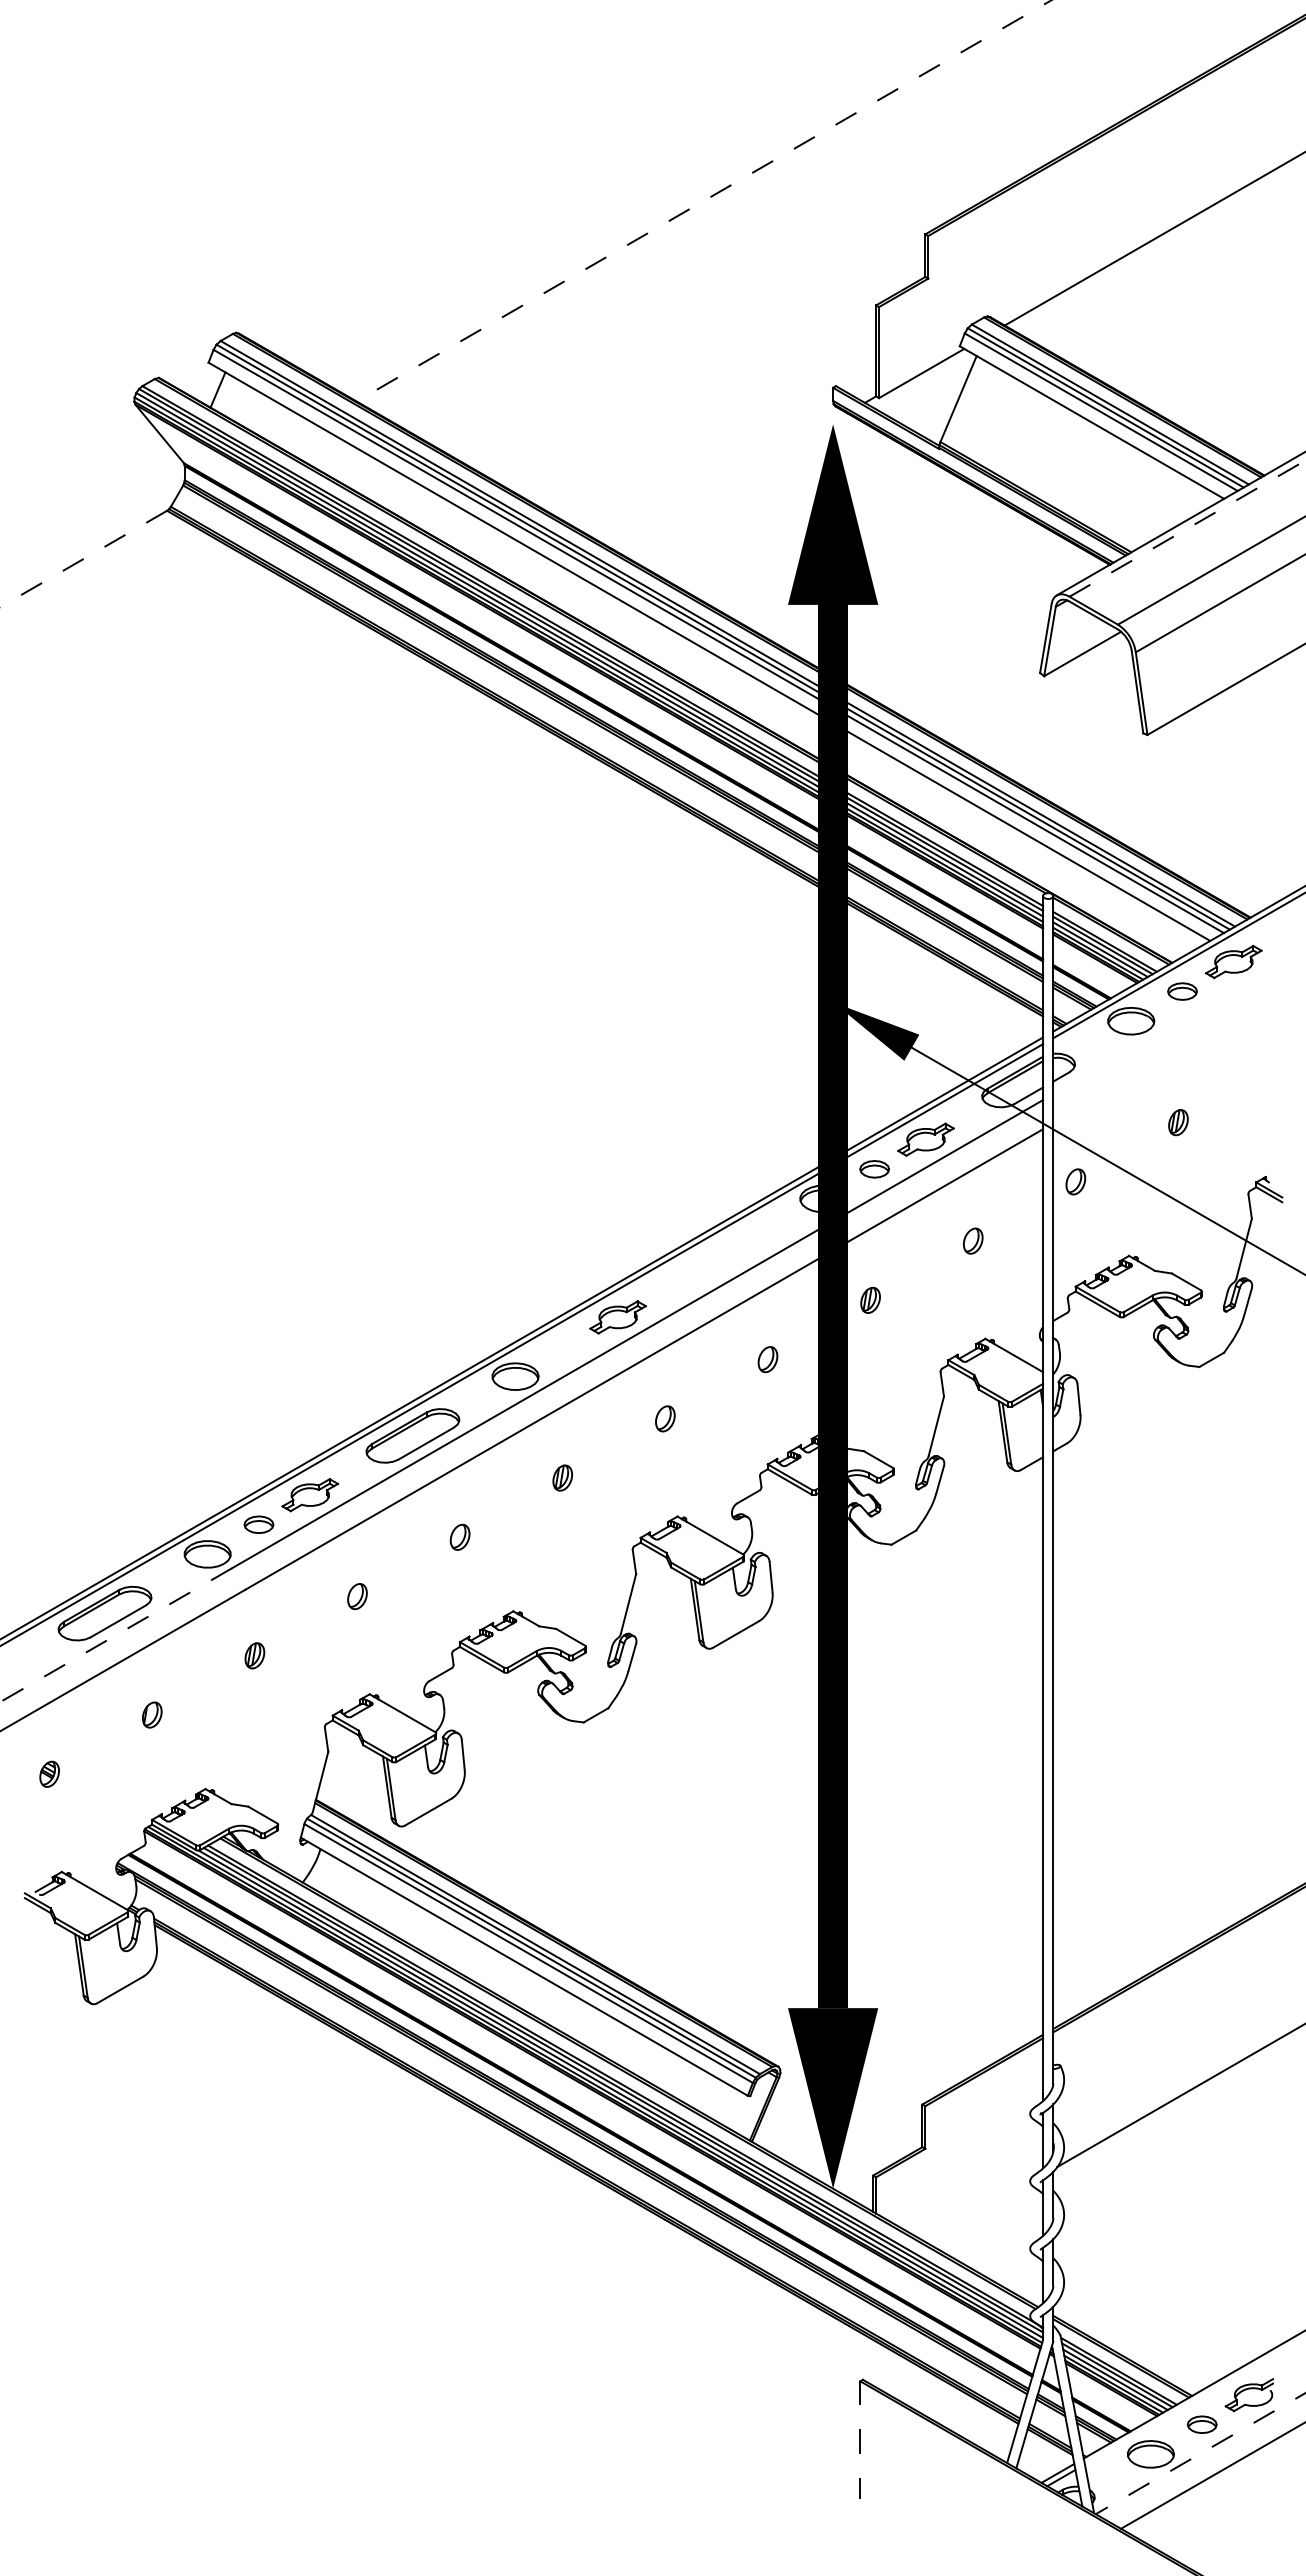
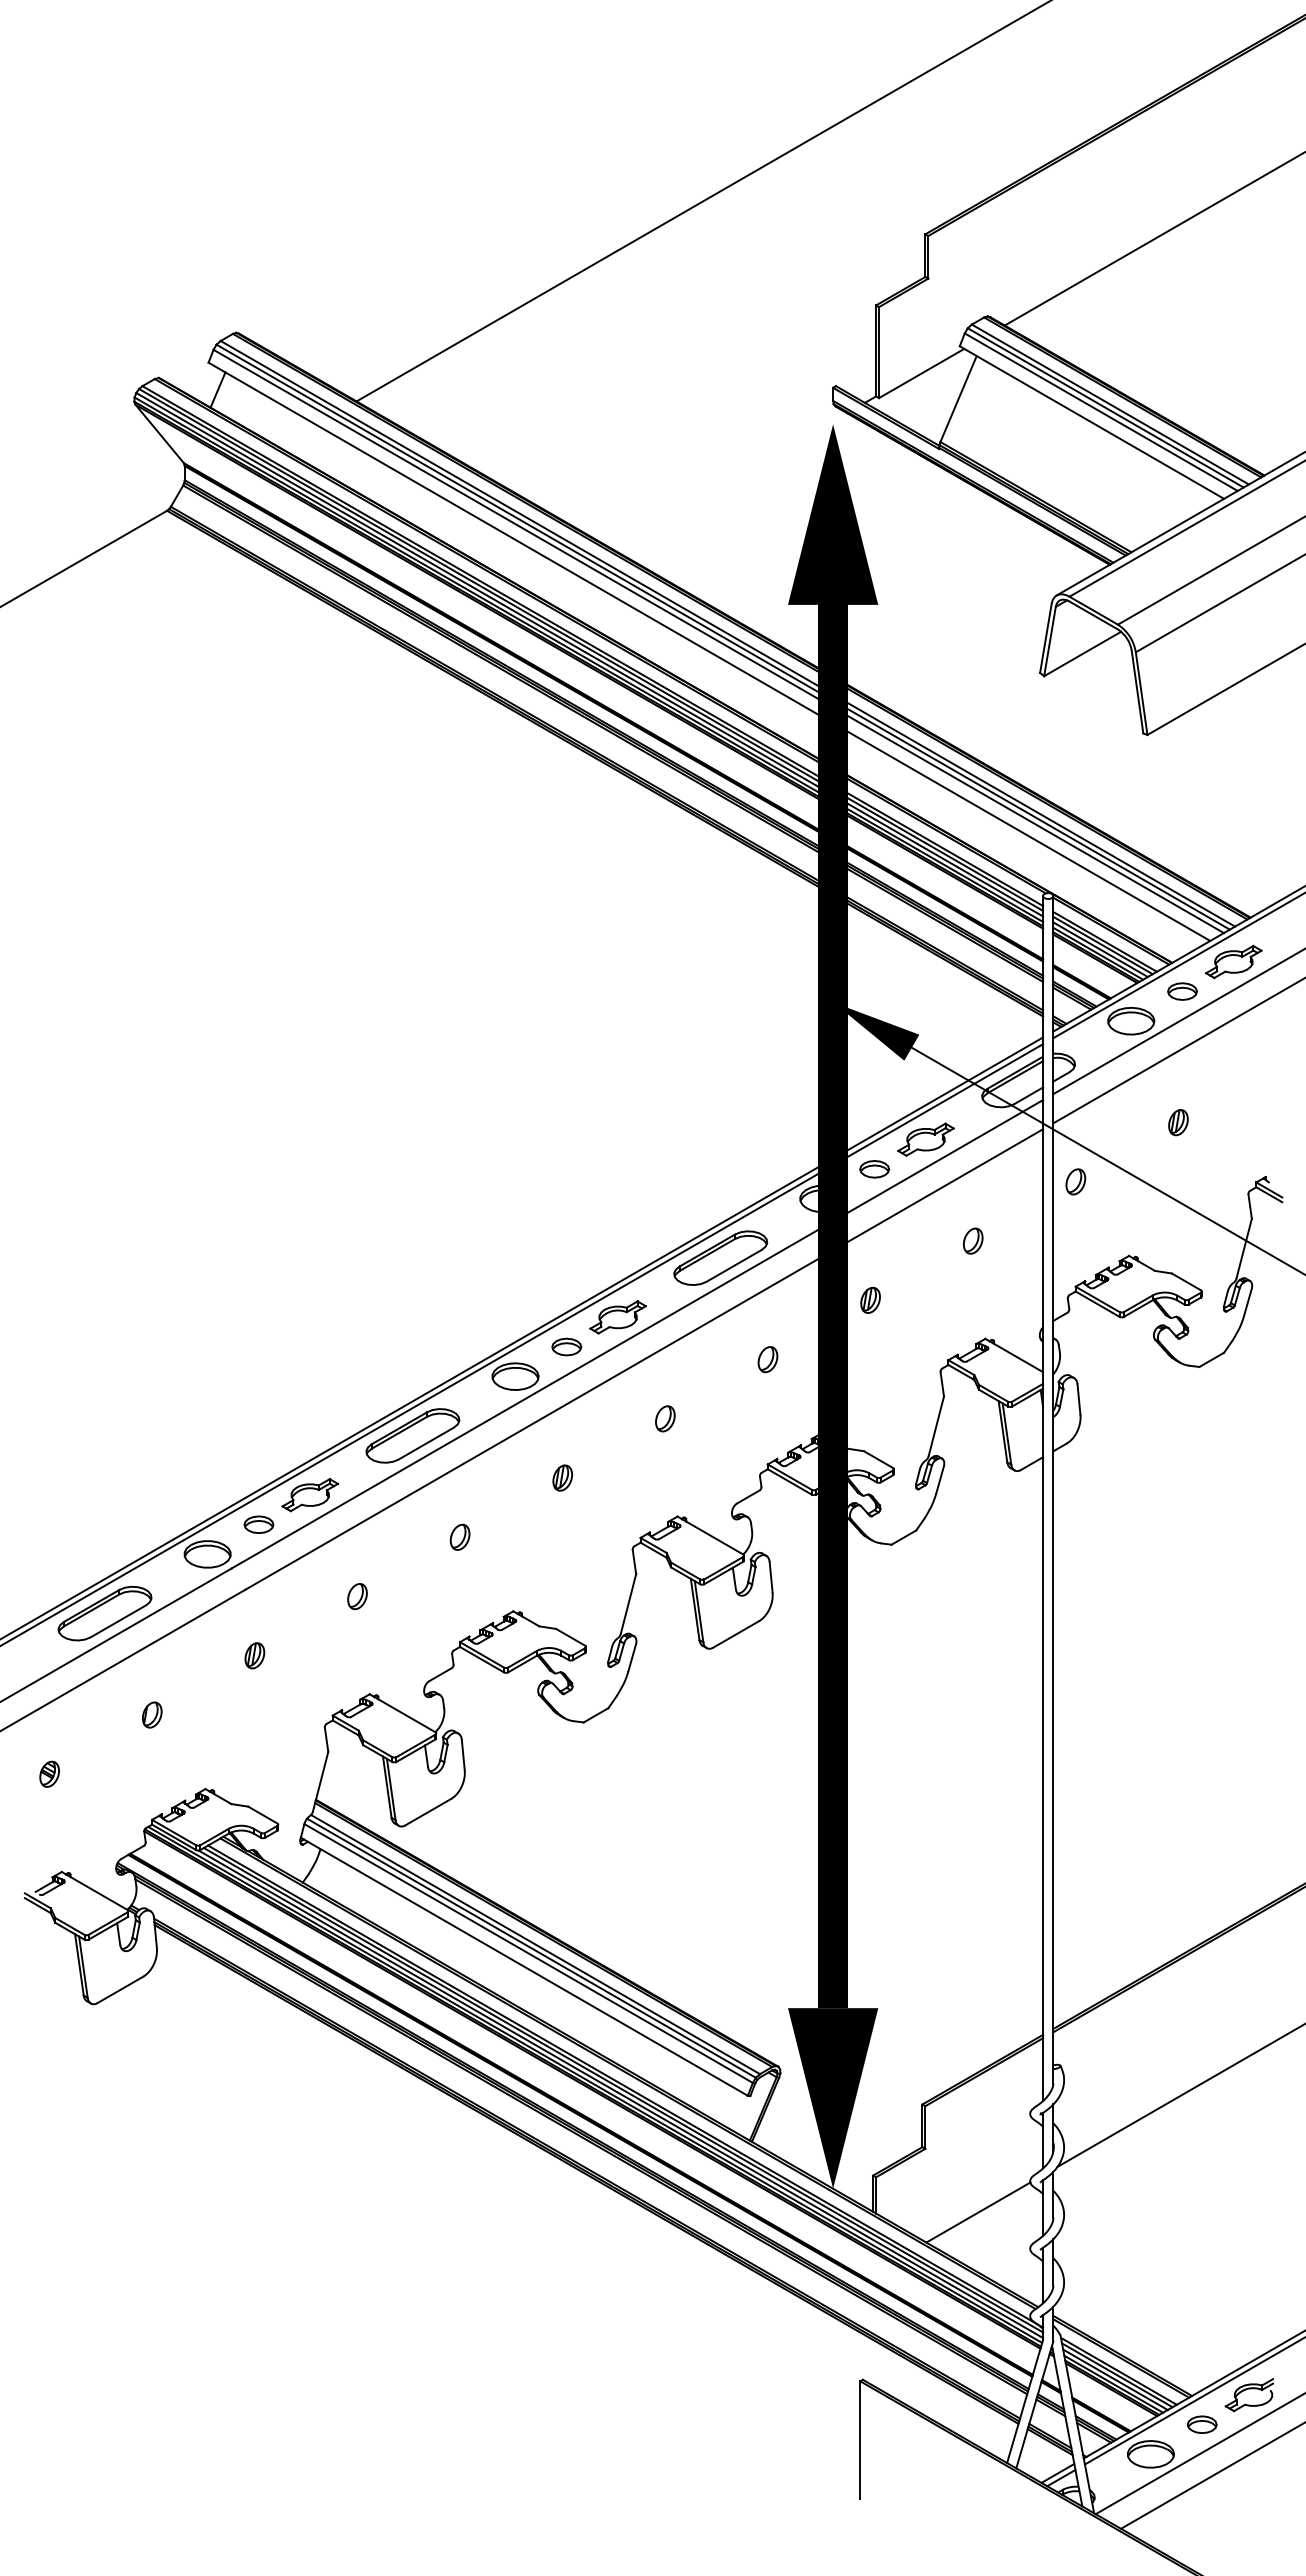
line at (703, 201): dashed -> solid
line at (1188, 528): dashed -> solid
line at (83, 559): dashed -> solid
line at (1177, 1022): none -> present
line at (1177, 1051): none -> present
part at (720, 1257): none -> present
part at (566, 1346): none -> present
line at (115, 1635): dashed -> solid
line at (978, 2212): none -> present
line at (1193, 2401): none -> present
line at (860, 2440): dashed -> solid
line at (1200, 2453): dashed -> solid
